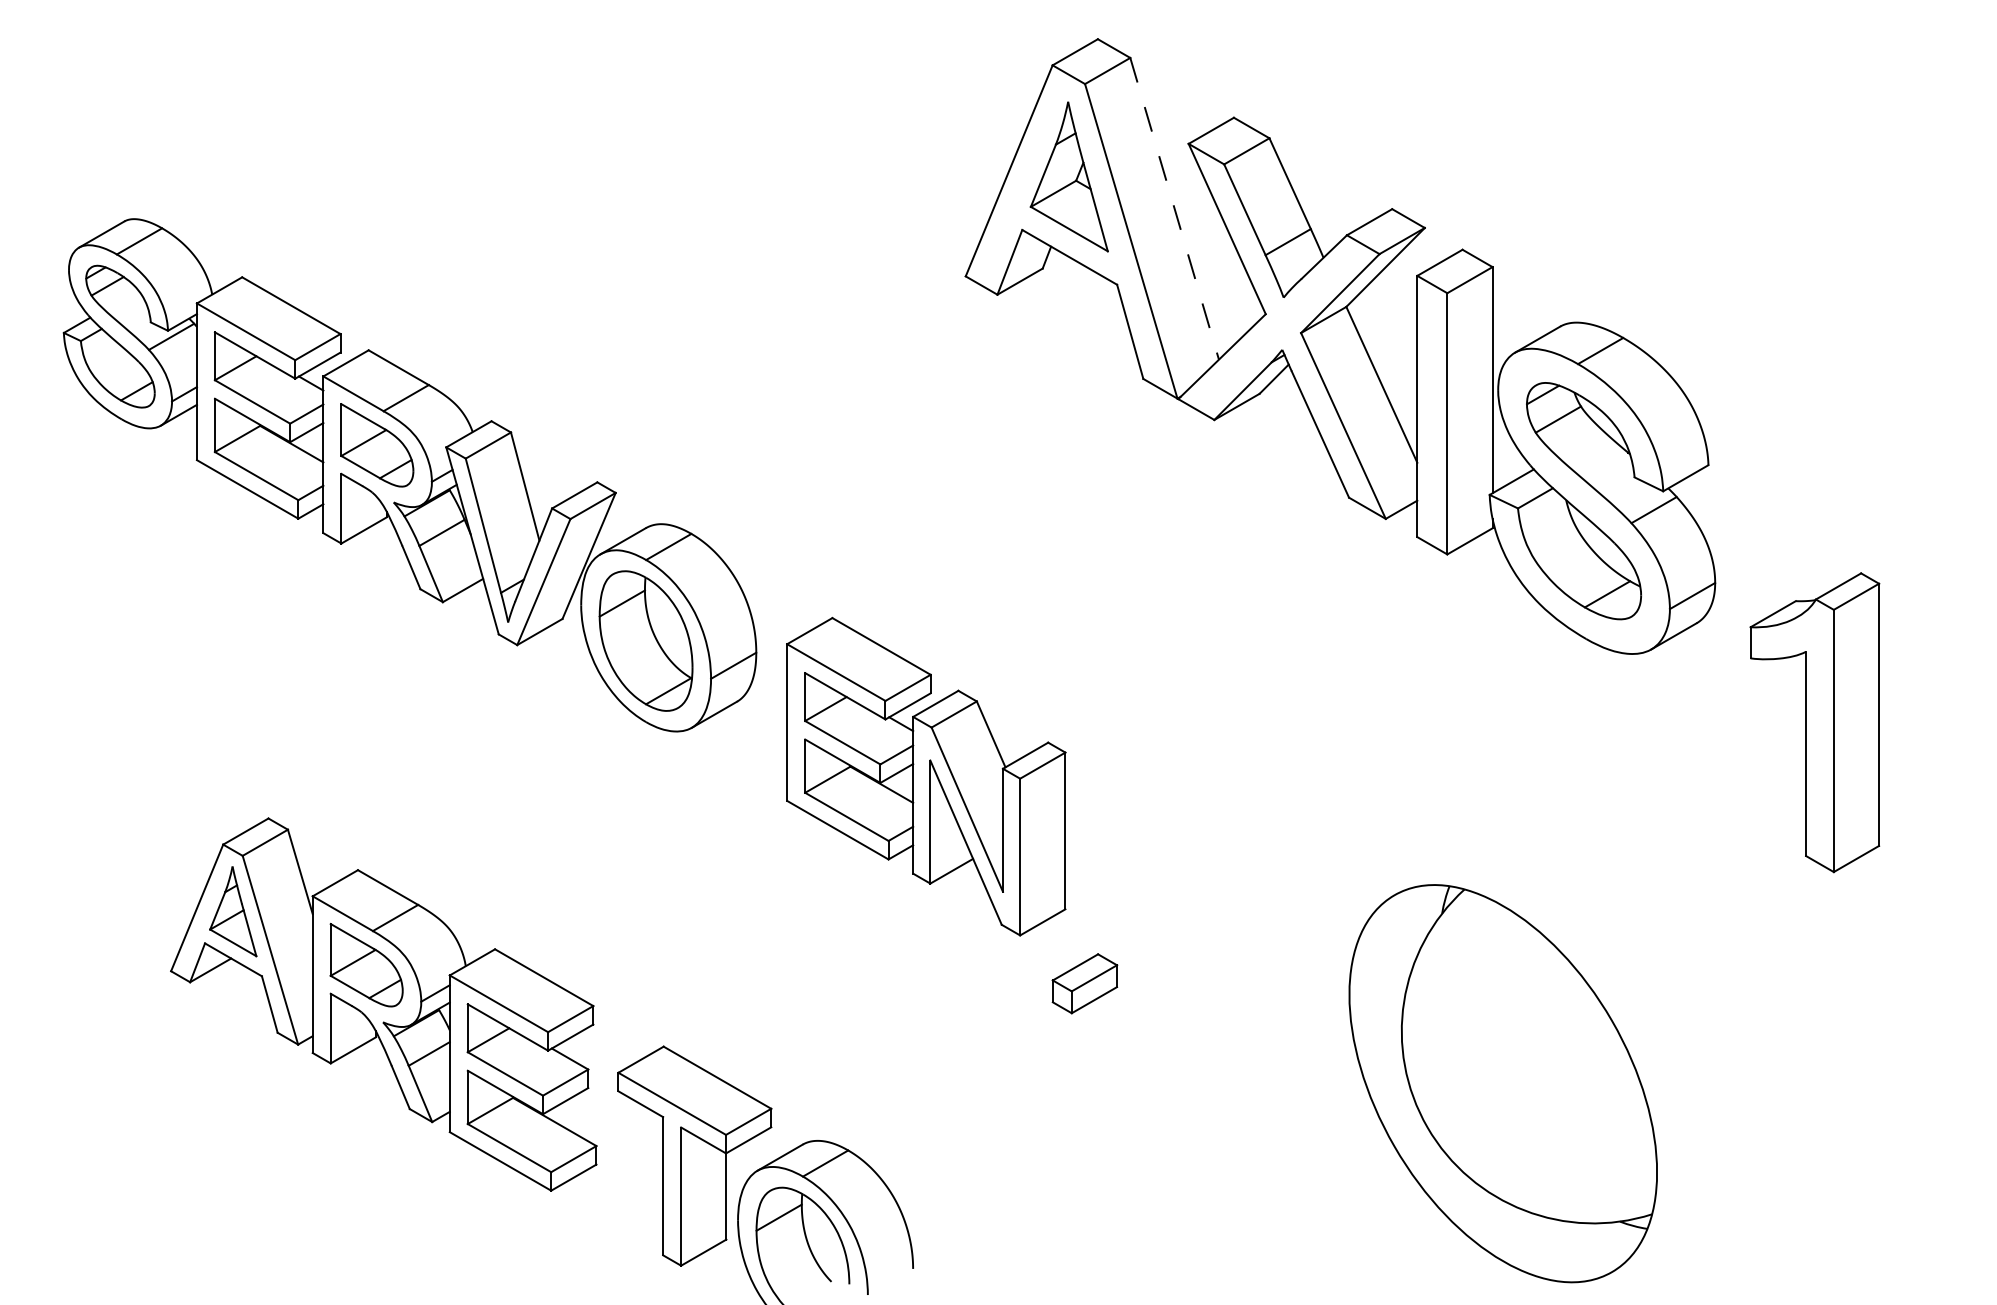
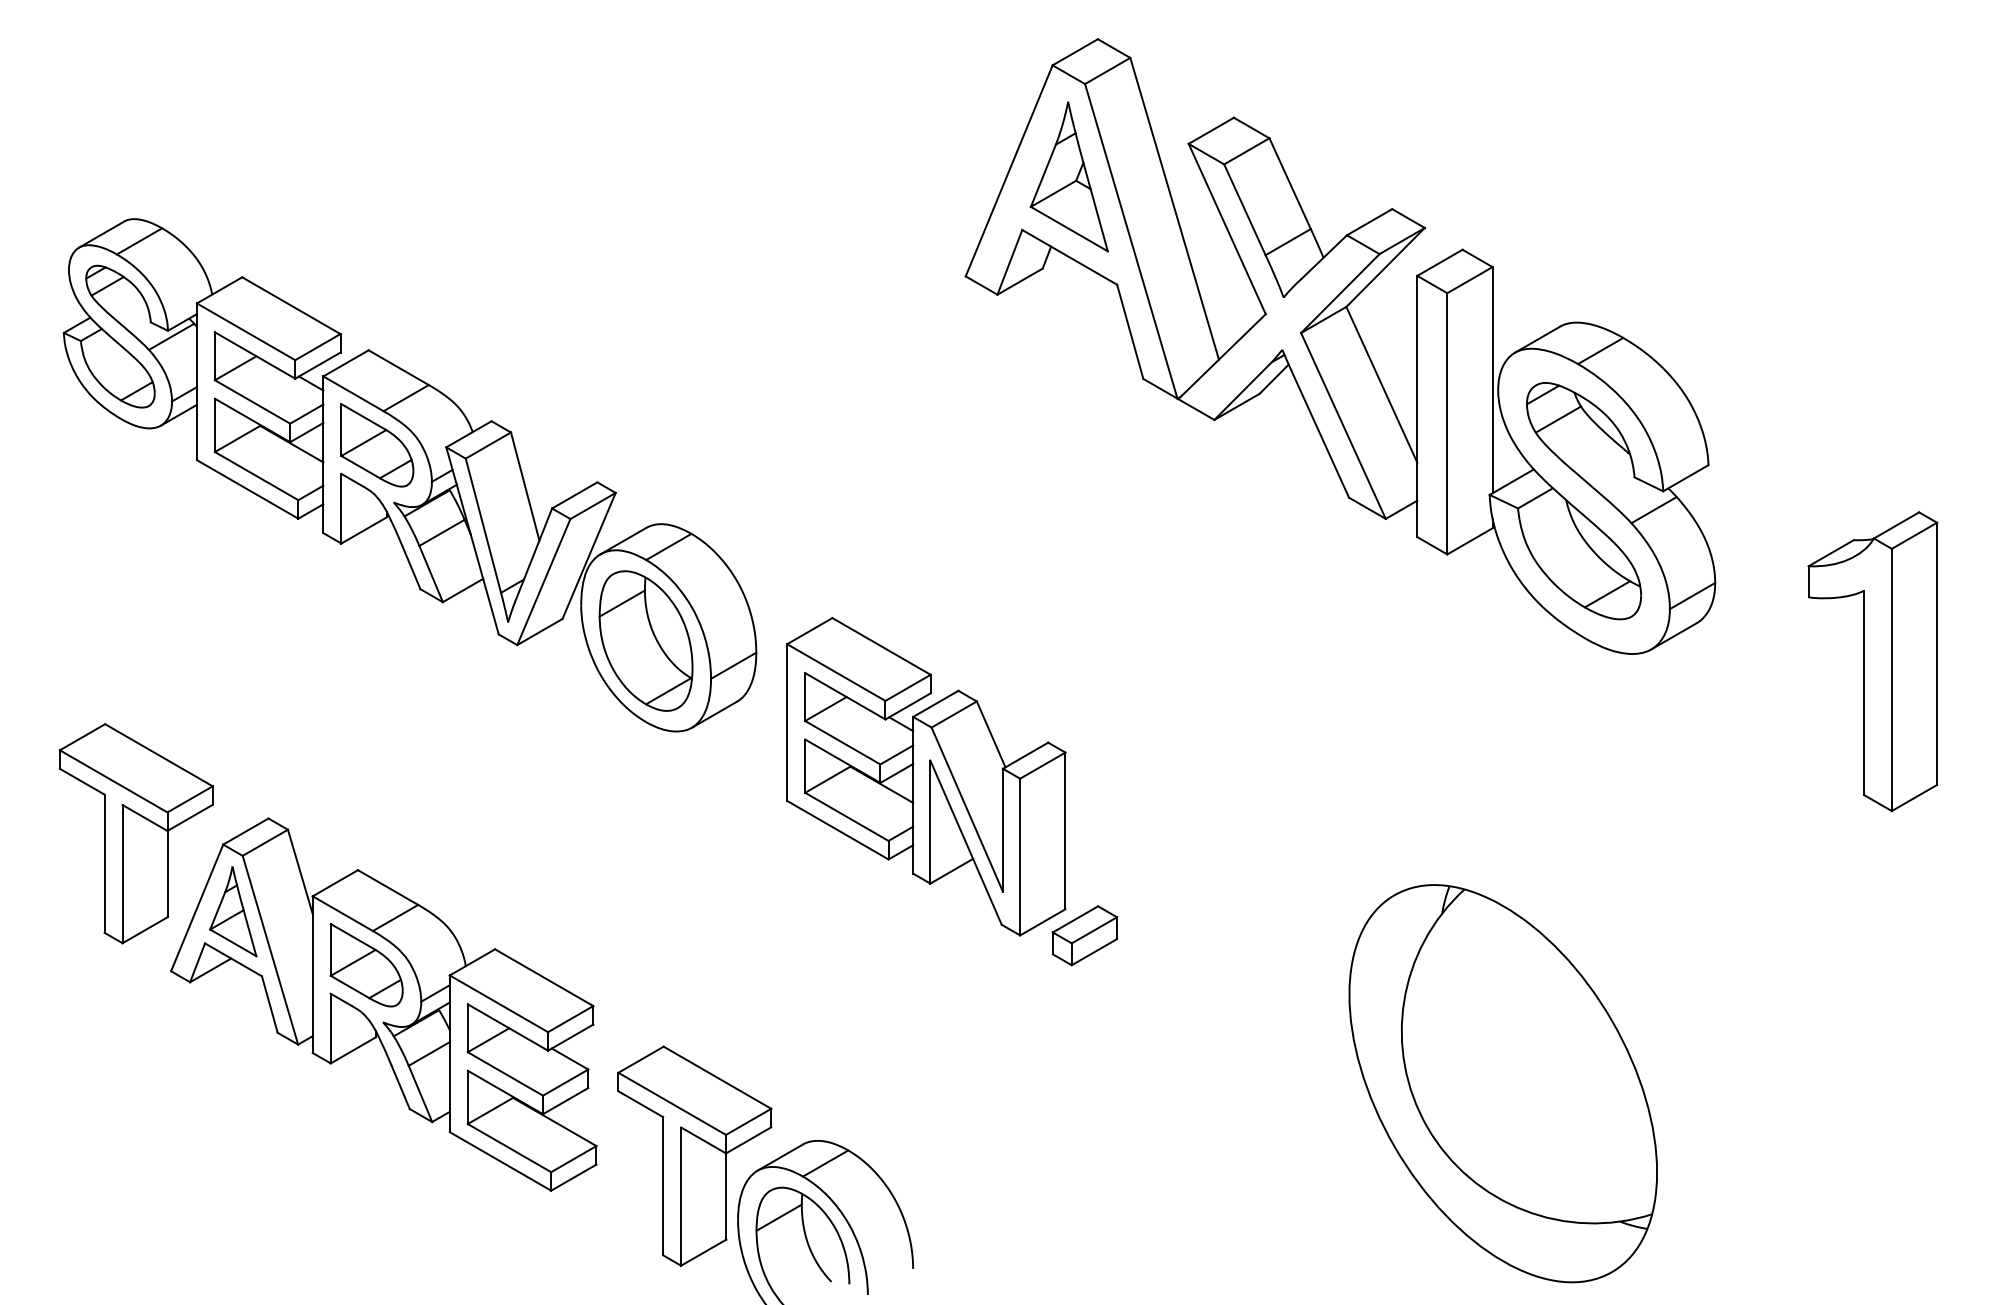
line at (1174, 209): dashed -> solid
part at (1814, 722) position: (1814, 722) -> (1872, 661)
part at (135, 833): none -> present
part at (1084, 983) position: (1084, 983) -> (1084, 935)
